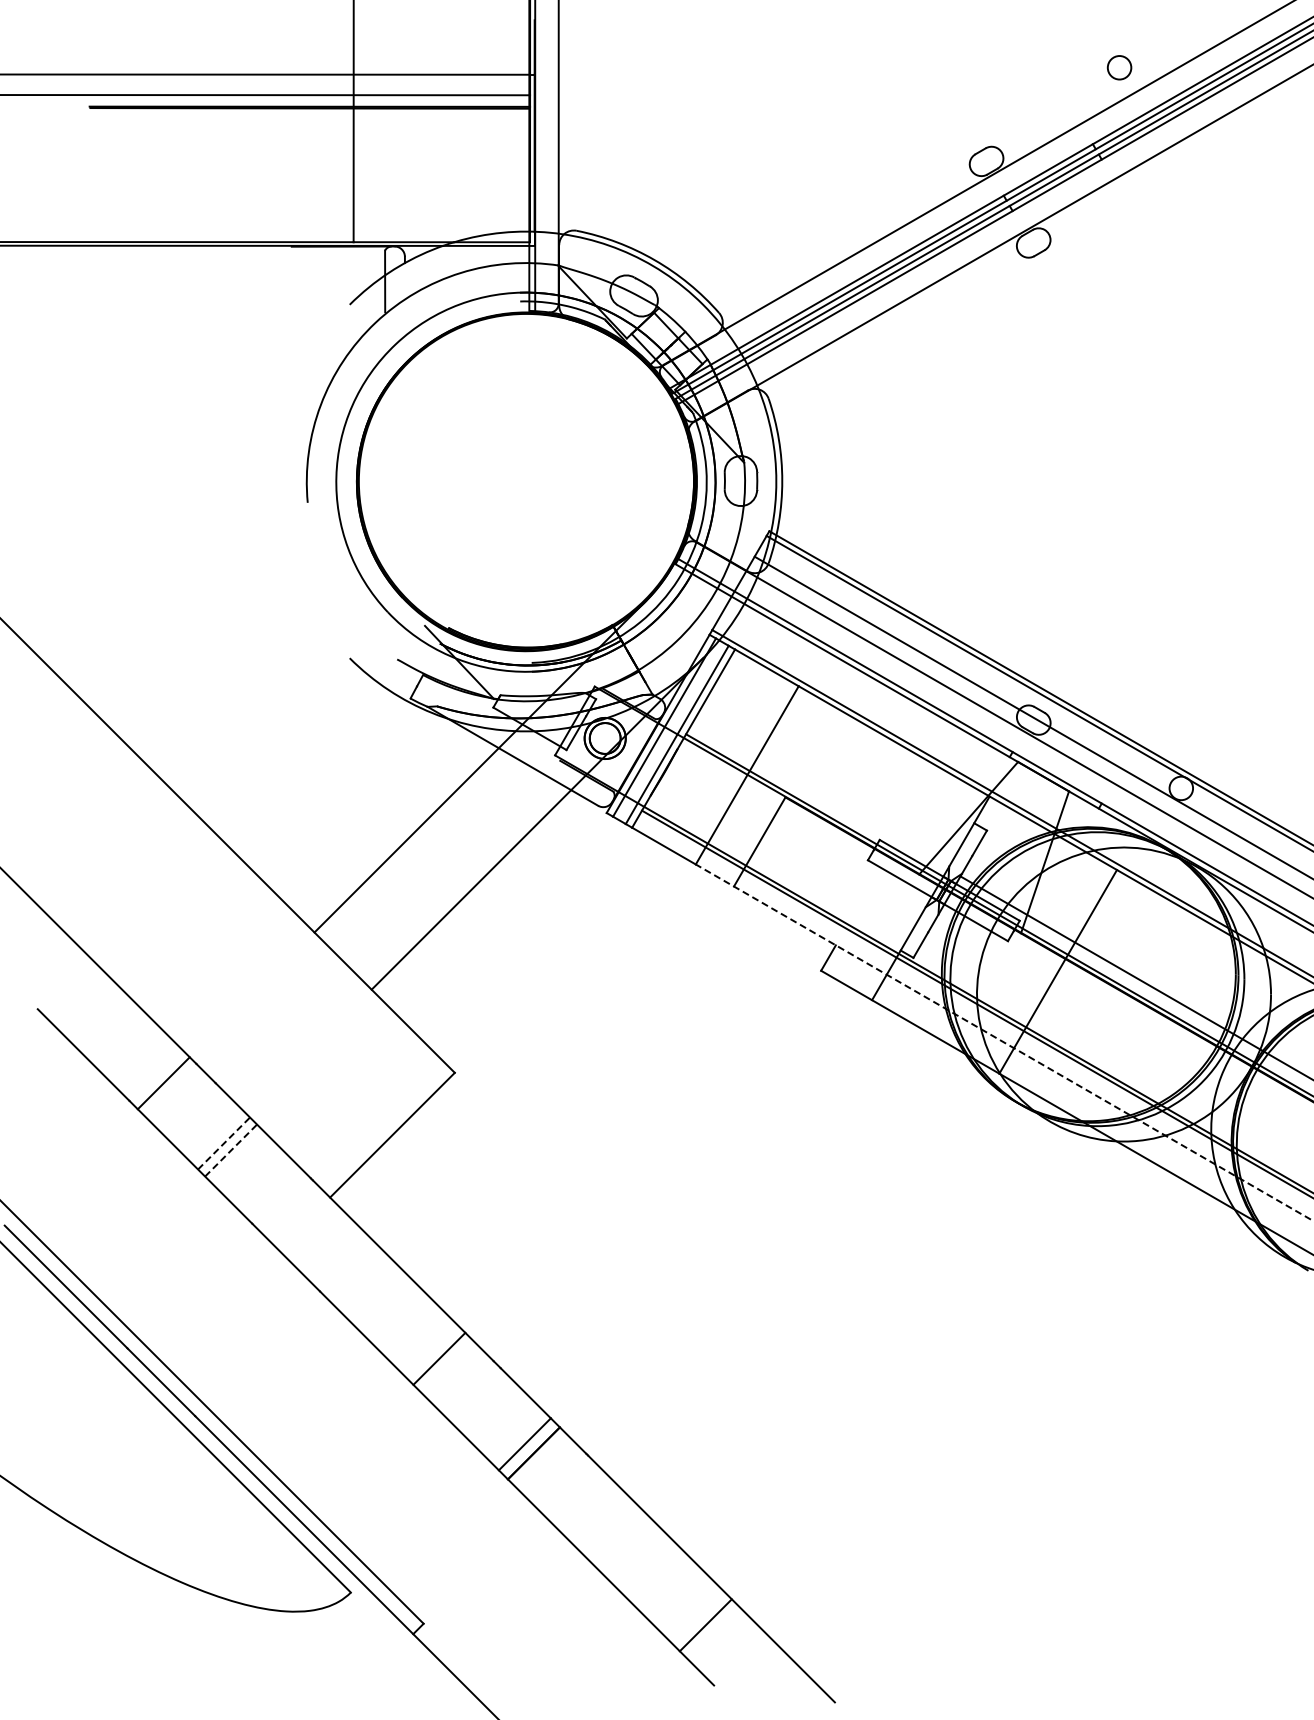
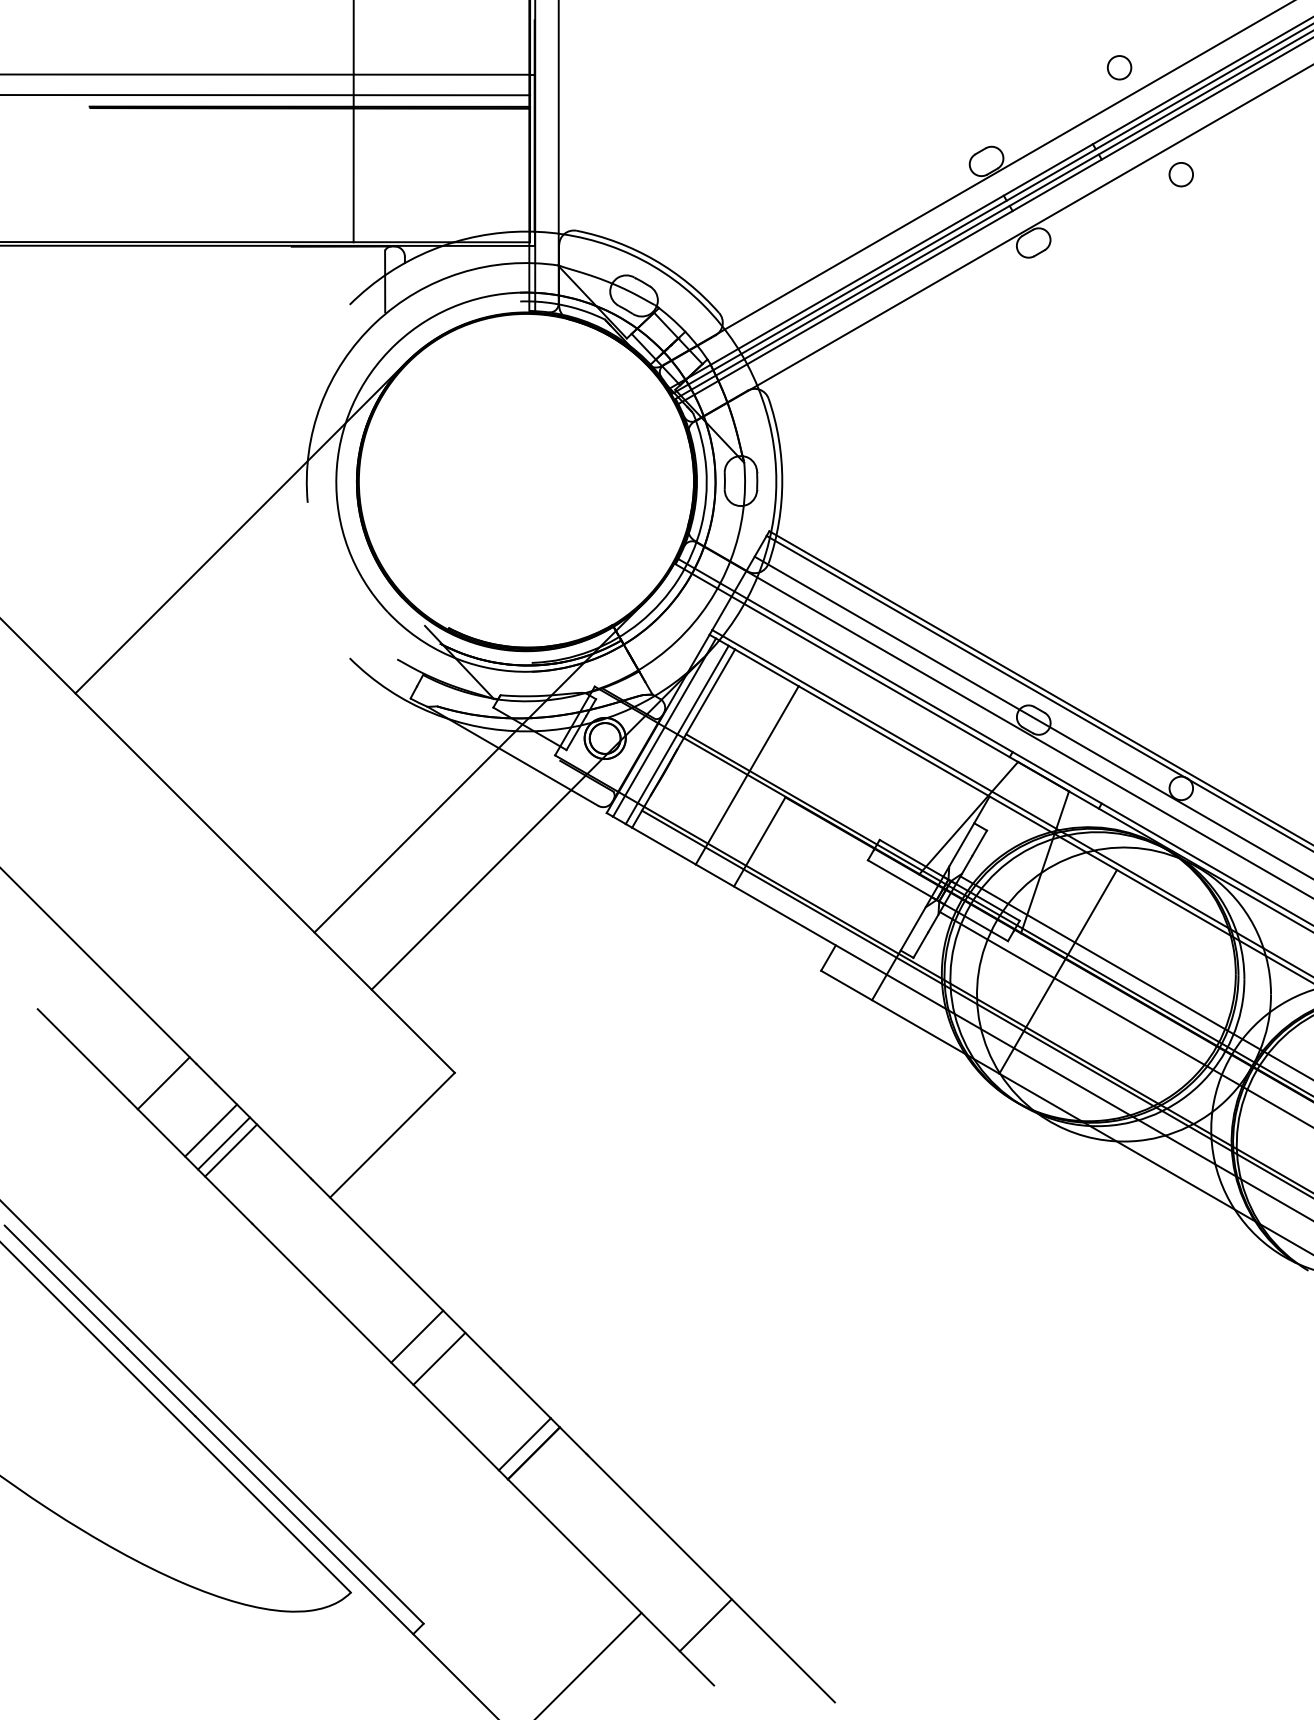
circle at (1180, 174): none -> present
line at (240, 527): none -> present
line at (1124, 1019): none -> present
line at (1004, 1042): dashed -> solid
line at (211, 1130): none -> present
line at (224, 1143): dashed -> solid
line at (231, 1150): dashed -> solid
line at (417, 1336): none -> present
line at (589, 1664): none -> present
